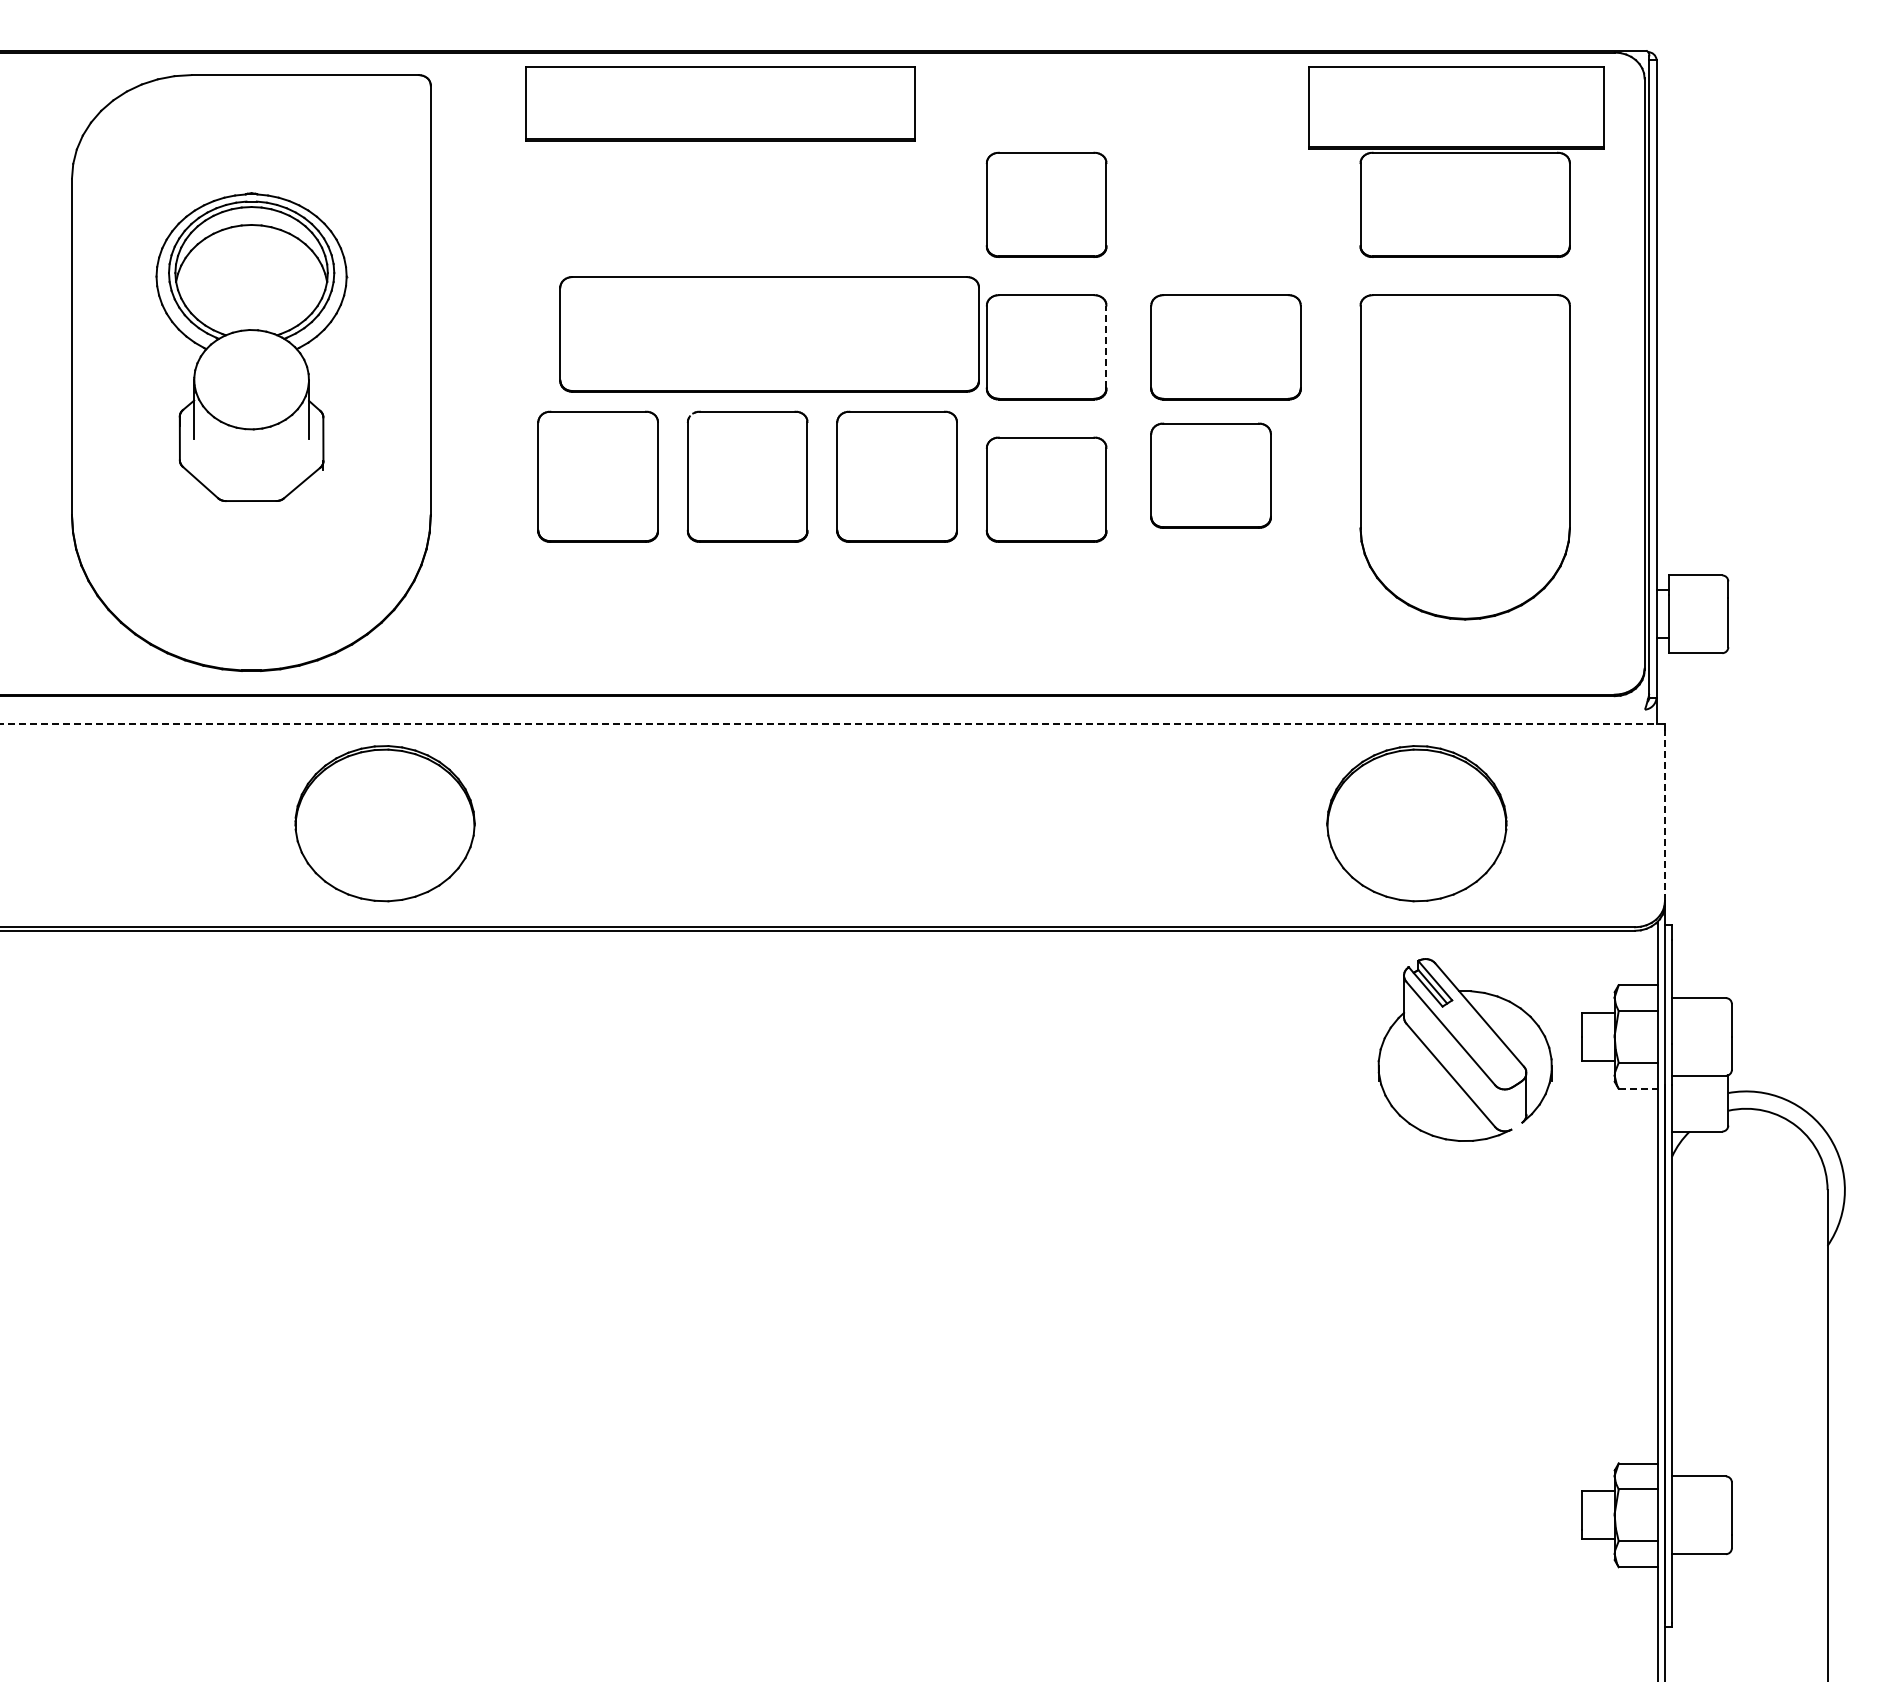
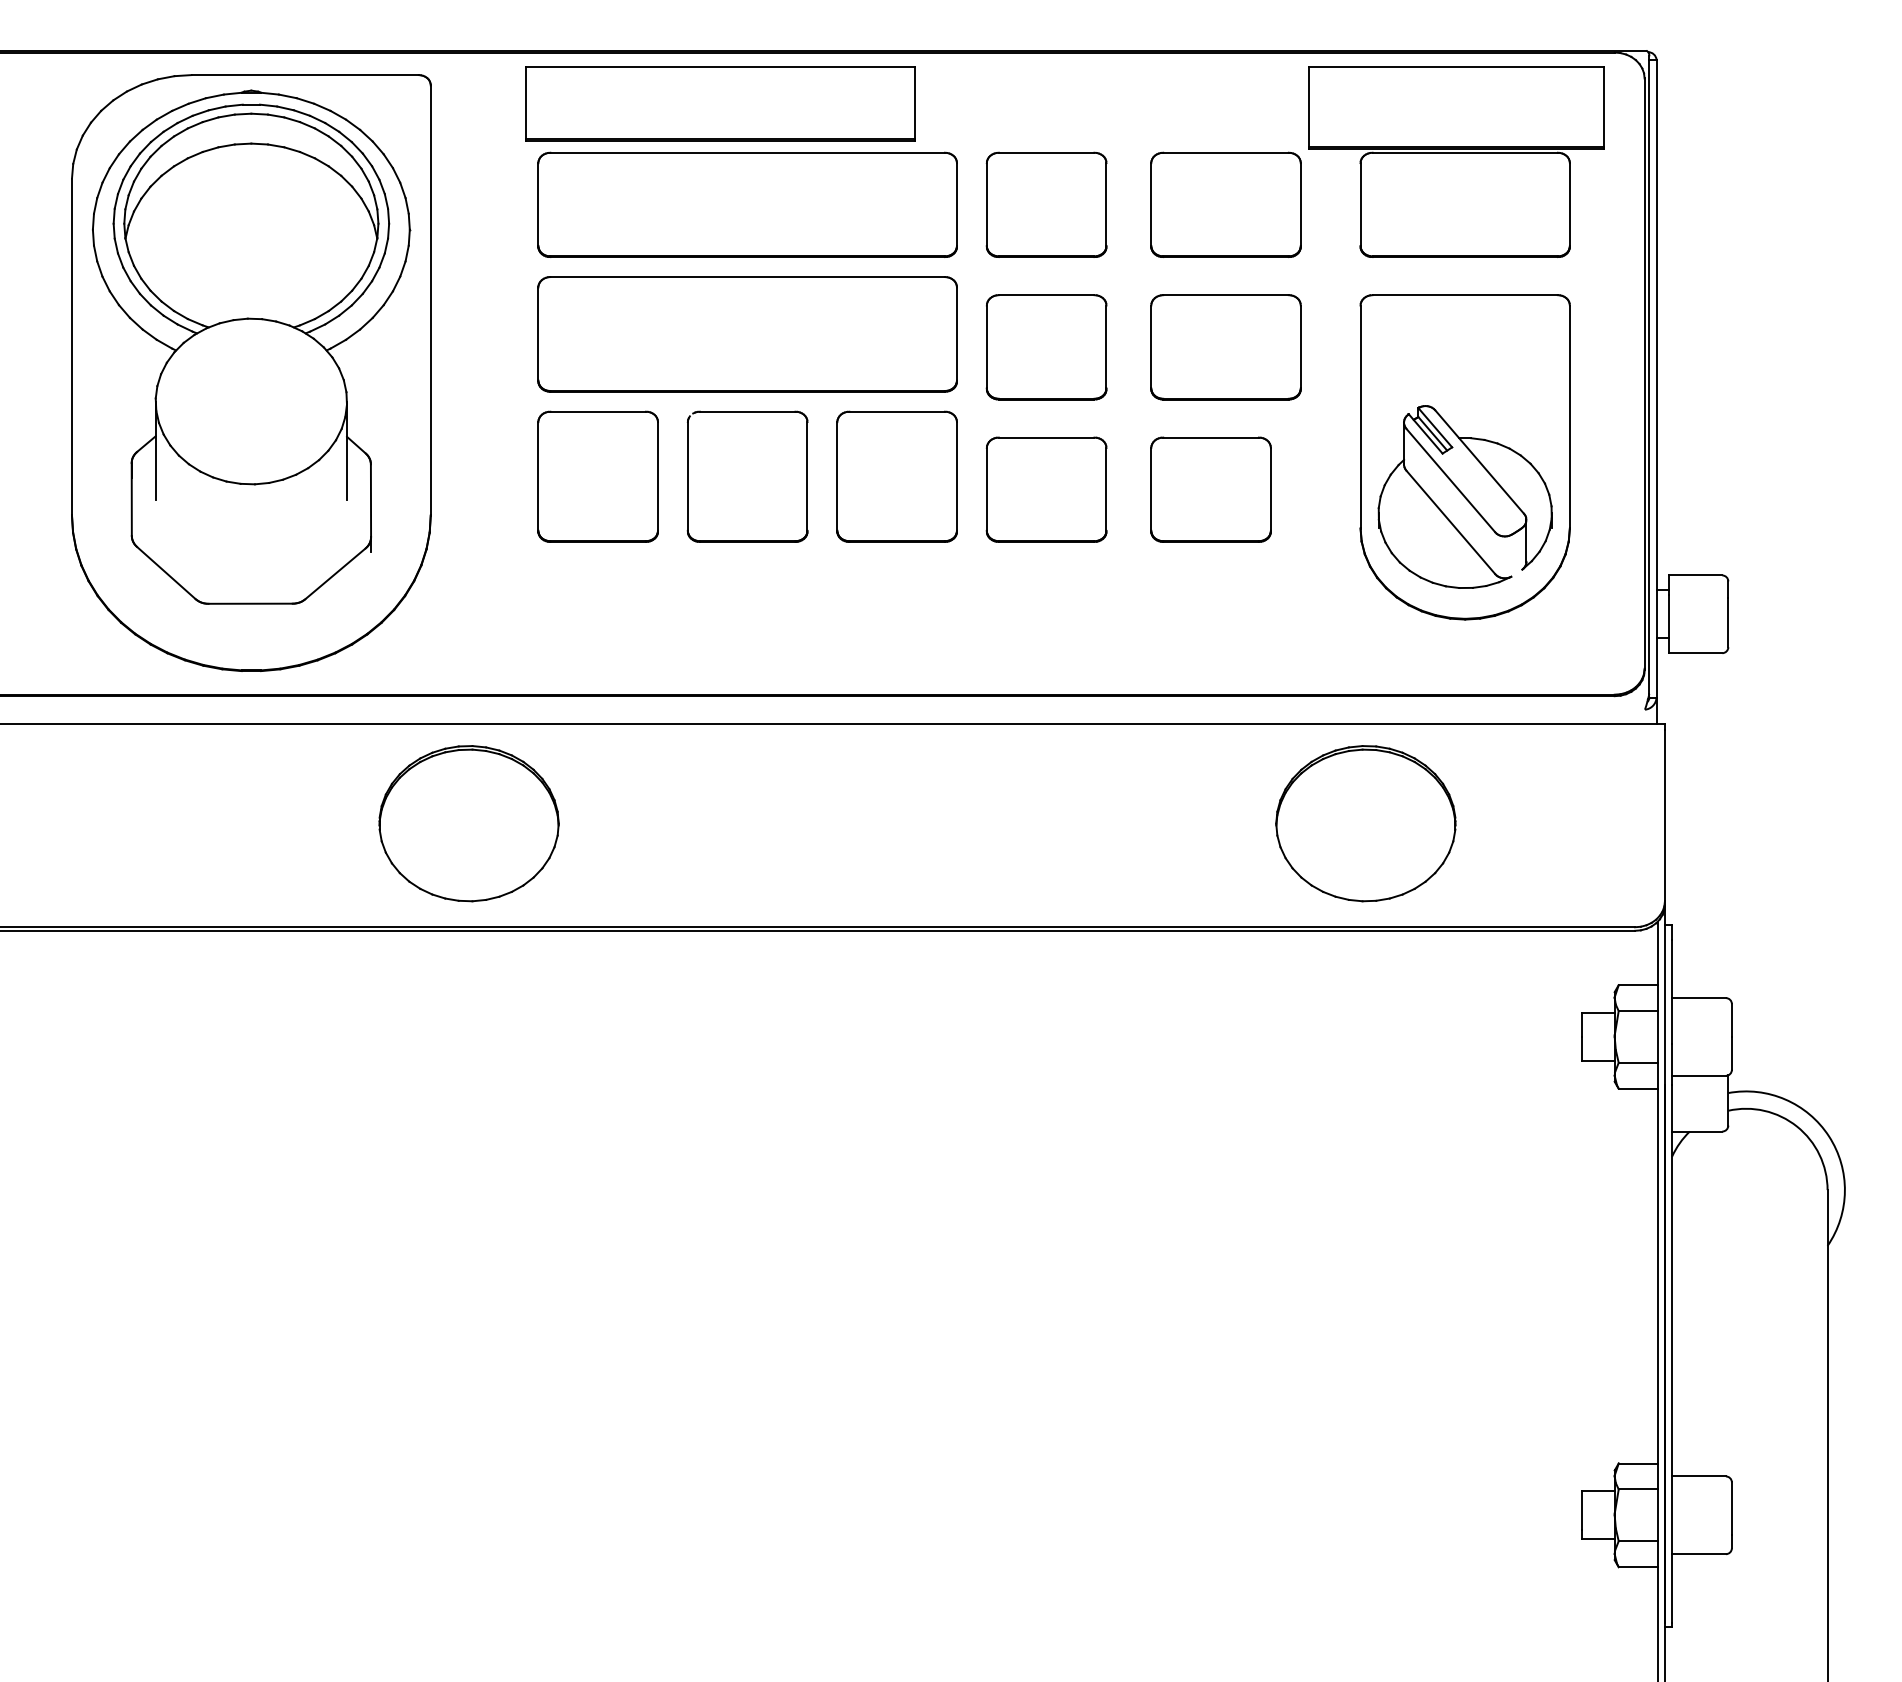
part at (747, 204): none -> present
part at (1225, 204): none -> present
part at (769, 334) position: (769, 334) -> (747, 334)
part at (251, 346) size: 194x310 px -> 320x516 px
line at (1106, 346): dashed -> solid
part at (1210, 475) position: (1210, 475) -> (1210, 489)
line at (832, 724): dashed -> solid
line at (1664, 815): dashed -> solid
part at (384, 823) position: (384, 823) -> (468, 823)
part at (1416, 823) position: (1416, 823) -> (1365, 823)
part at (1464, 1049) position: (1464, 1049) -> (1464, 496)
line at (1638, 1088): dashed -> solid
